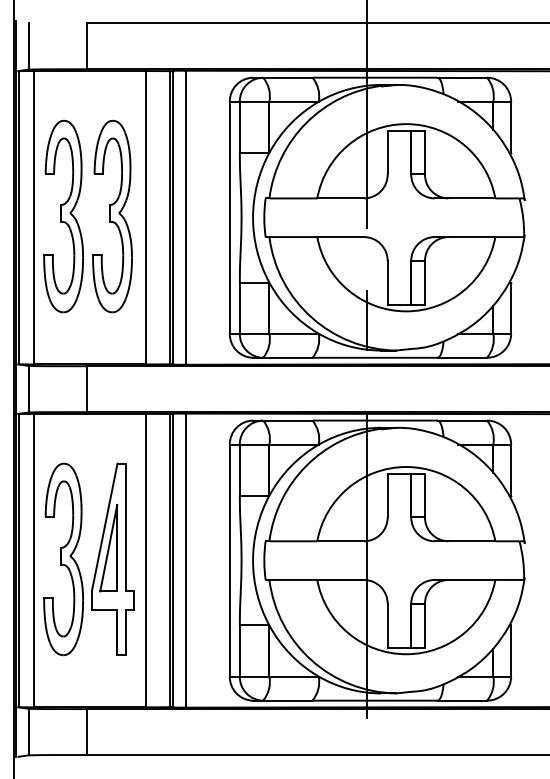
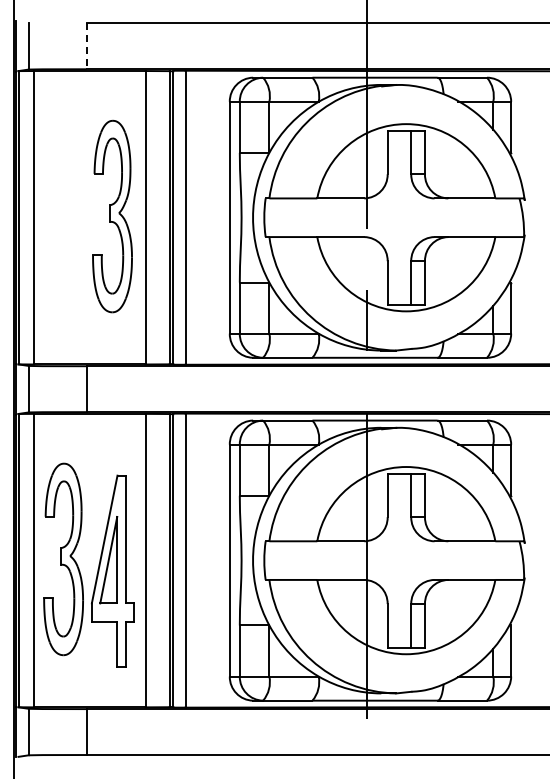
line at (86, 46): solid -> dashed
part at (63, 216): present -> none
part at (112, 558) position: (112, 558) -> (112, 570)
